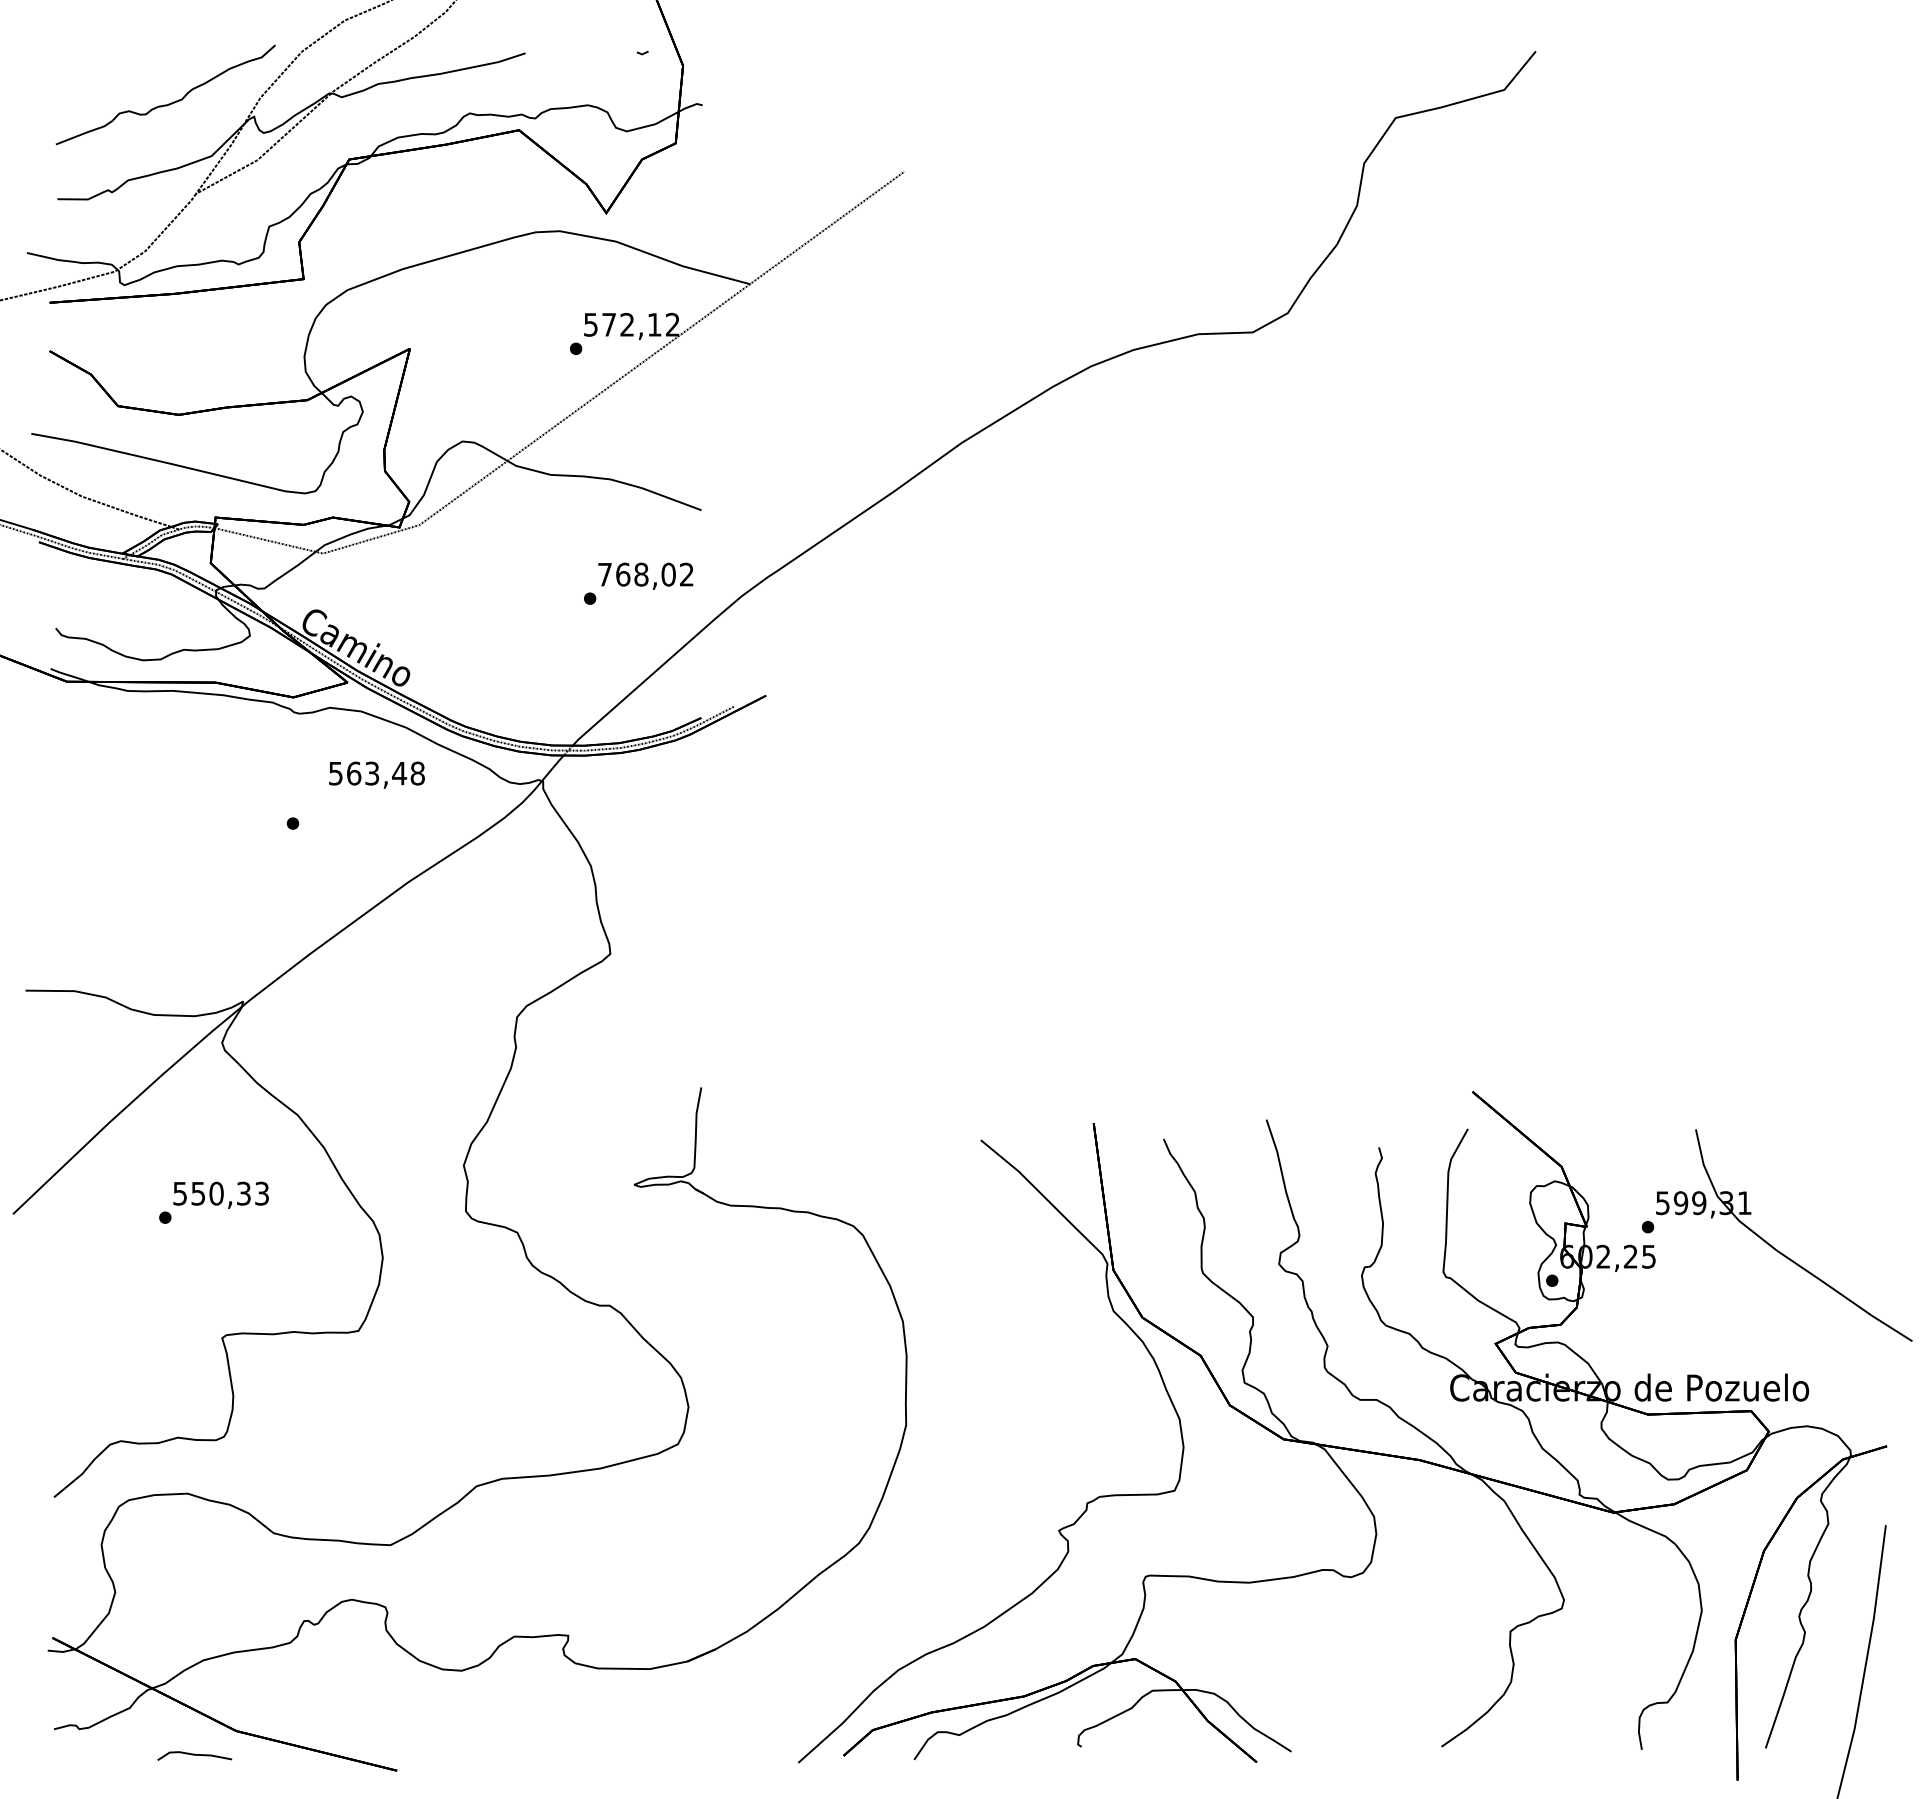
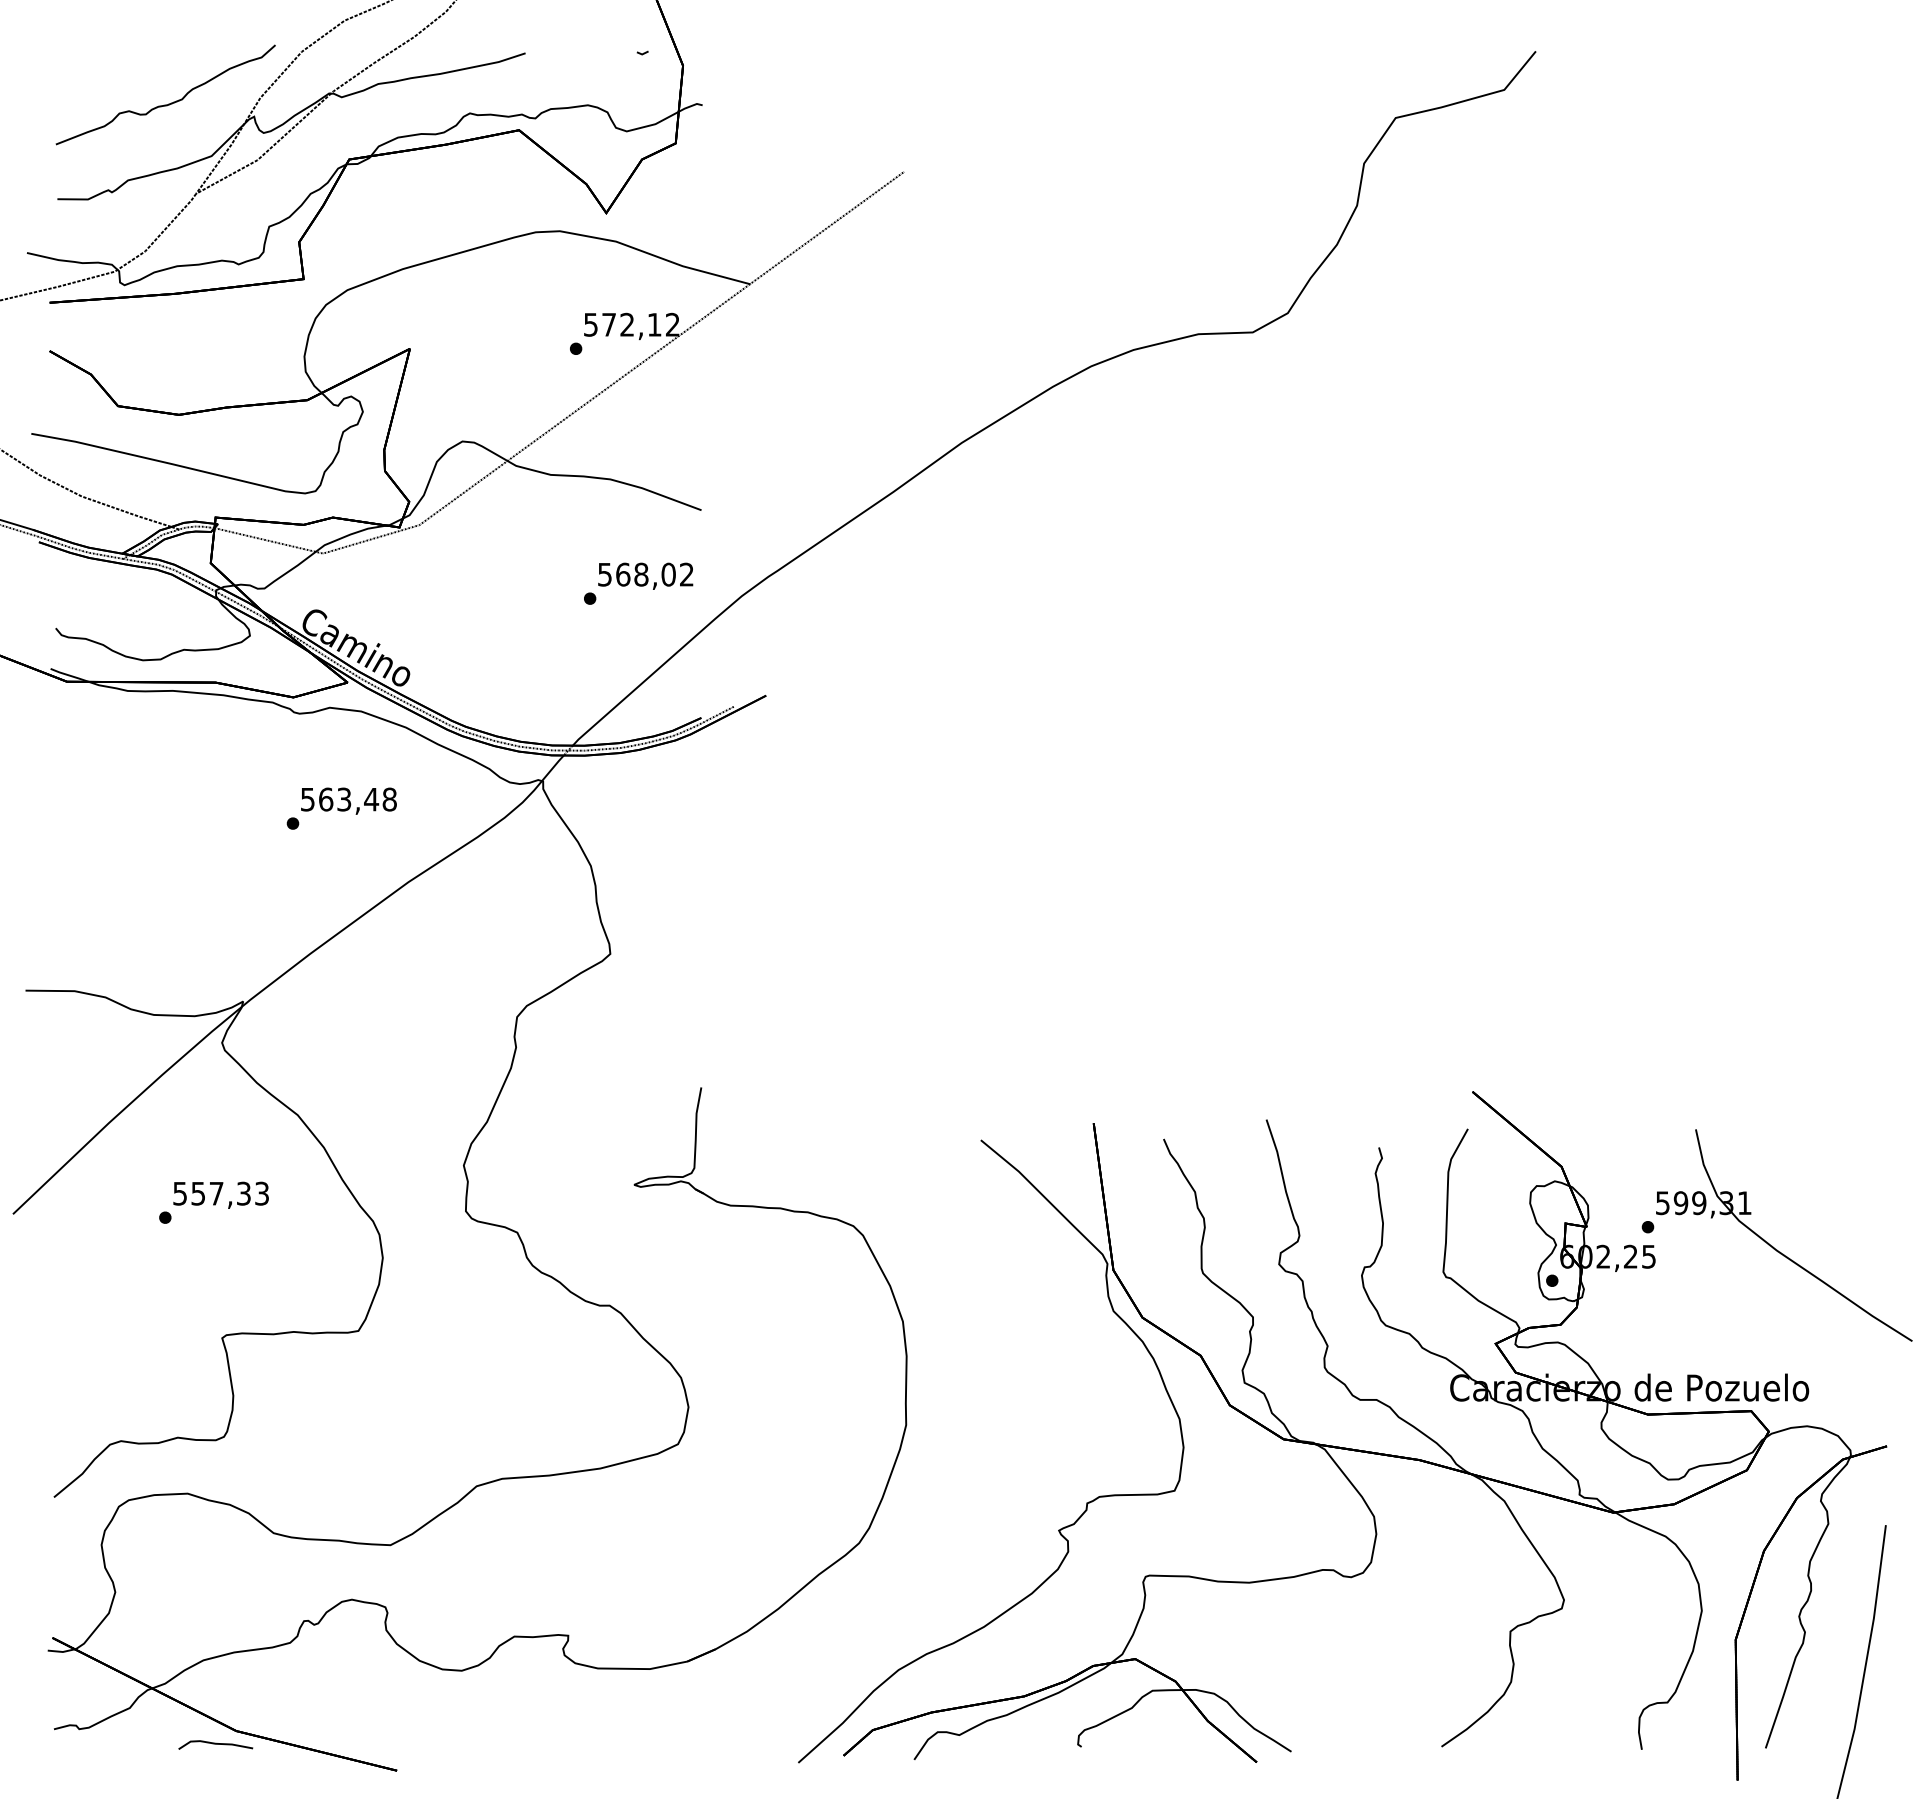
text at (604, 574): 768,02 -> 568,02
text at (376, 774) position: (376, 774) -> (348, 800)
text at (216, 1193): 550,33 -> 557,33
curve at (194, 1755) position: (194, 1755) -> (215, 1744)
